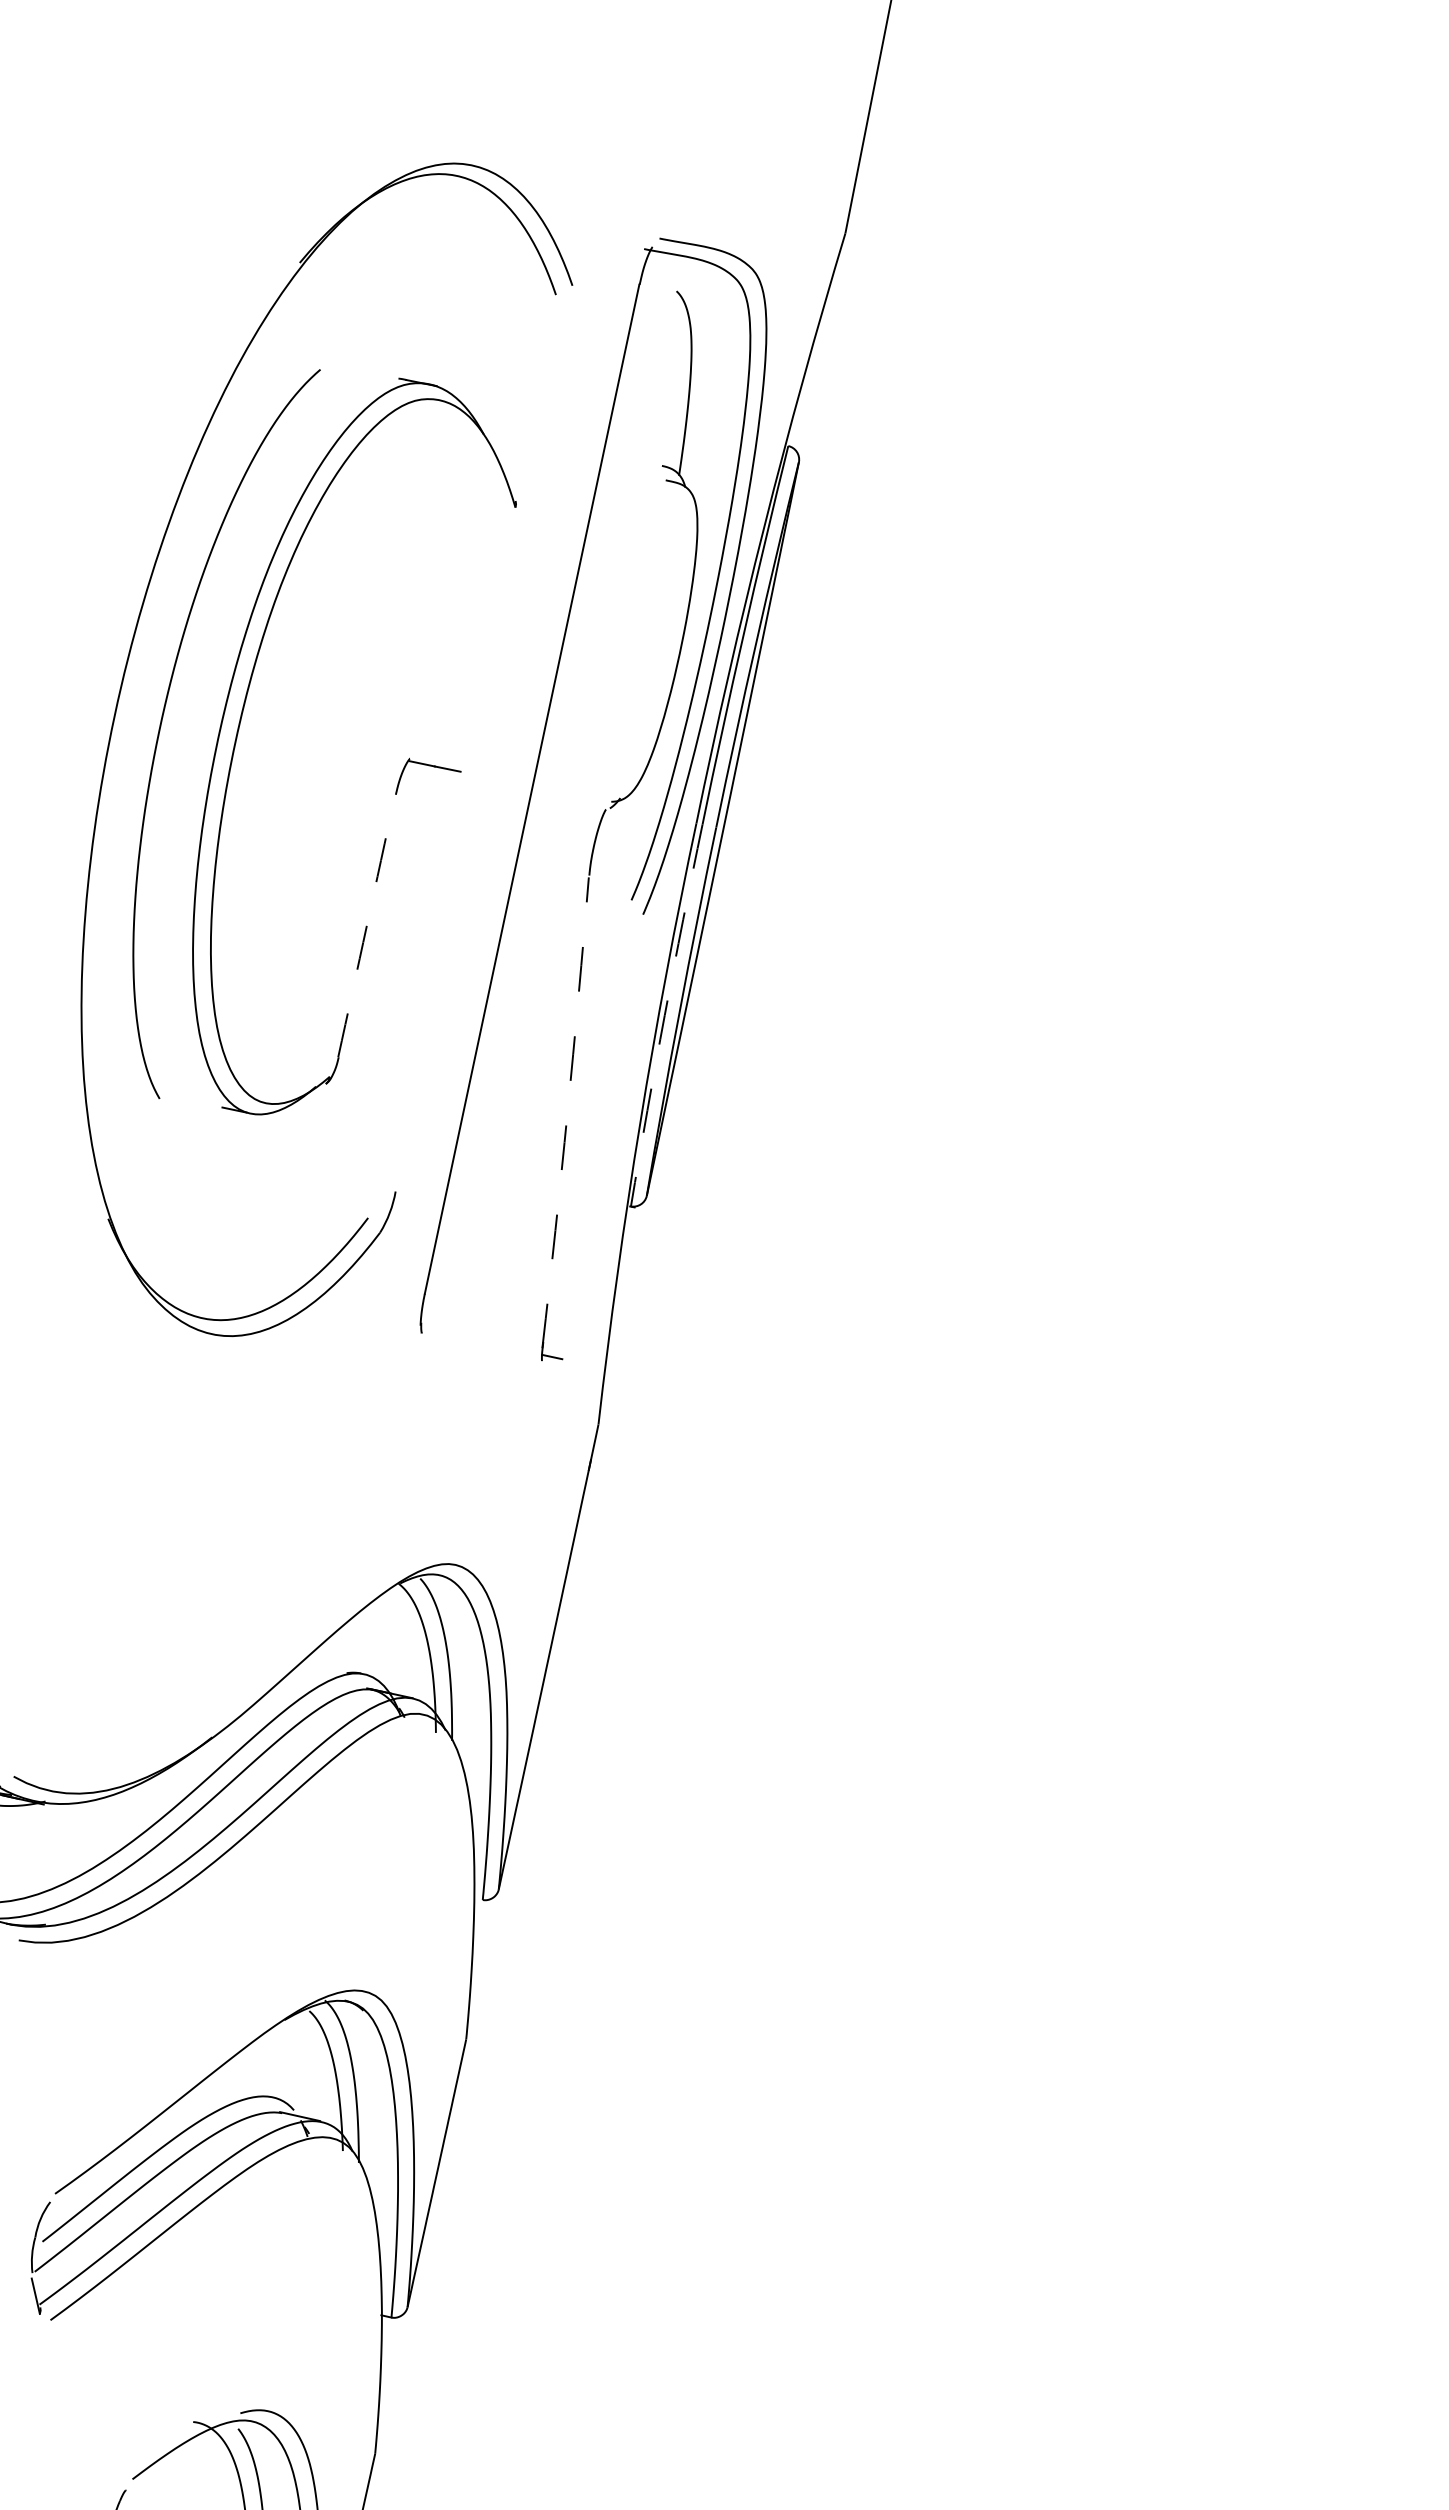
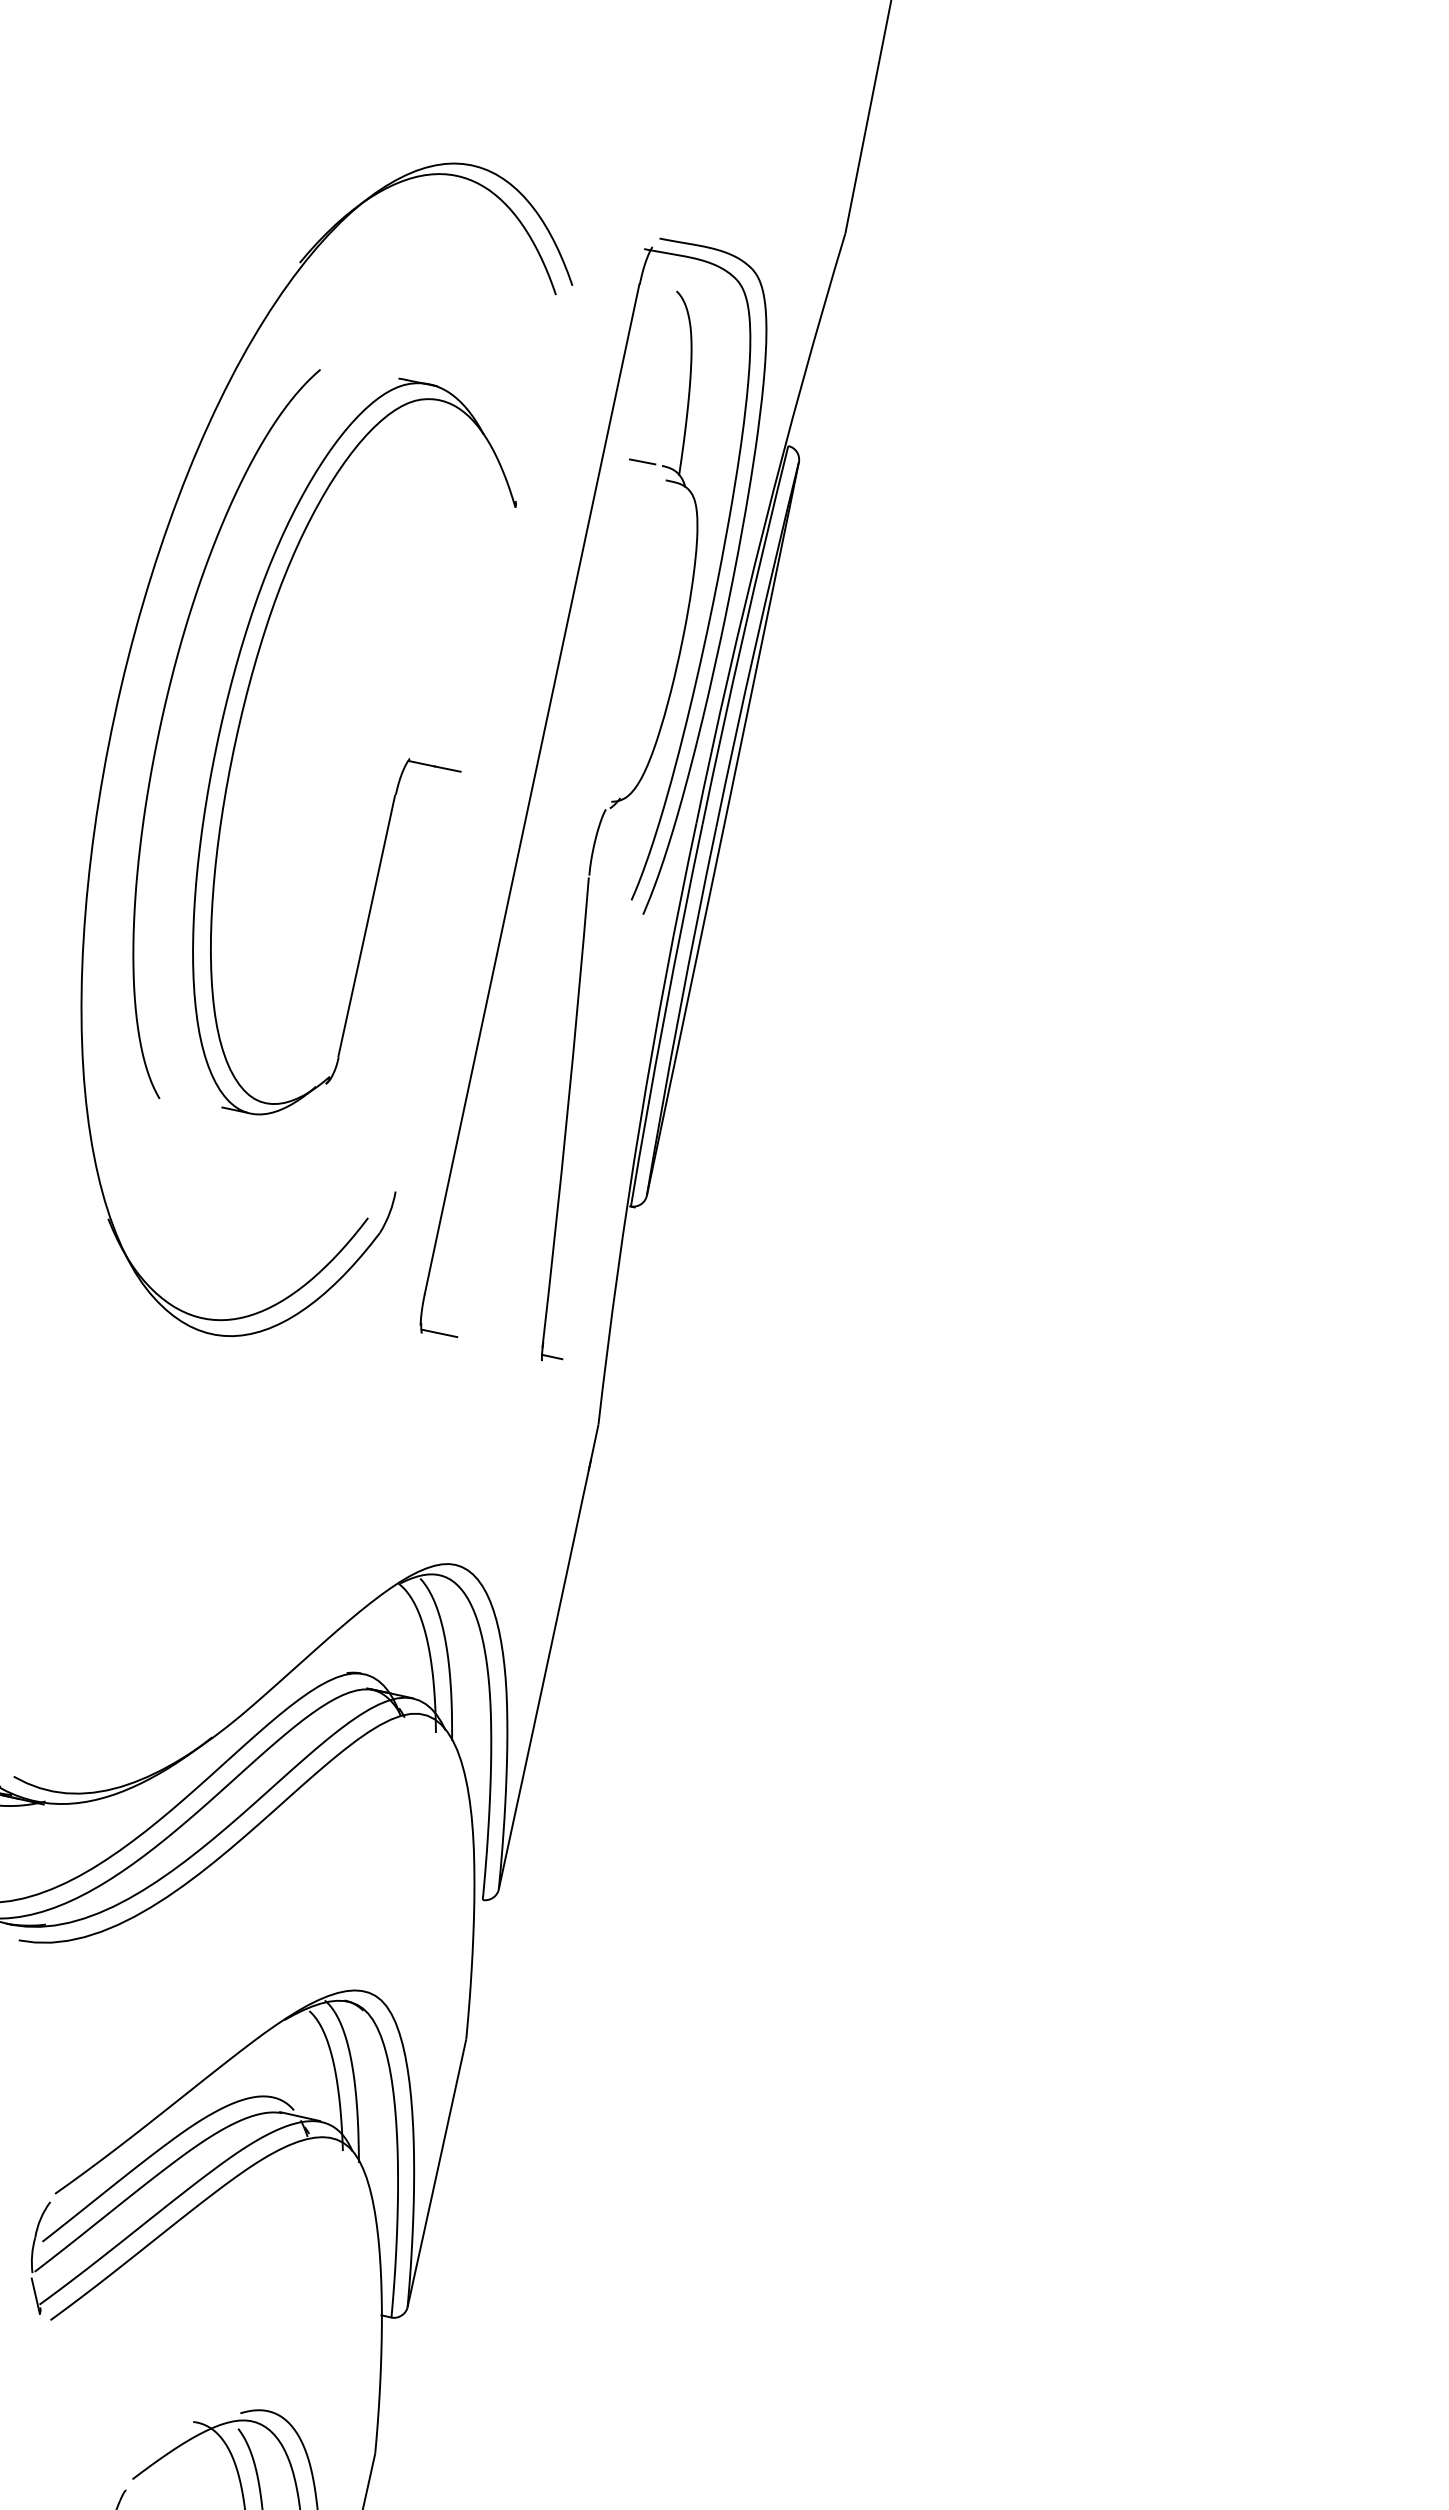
line at (642, 461): none -> present
arc at (366, 925): dashed -> solid
arc at (664, 1015): dashed -> solid
arc at (567, 1113): dashed -> solid
line at (439, 1333): none -> present
